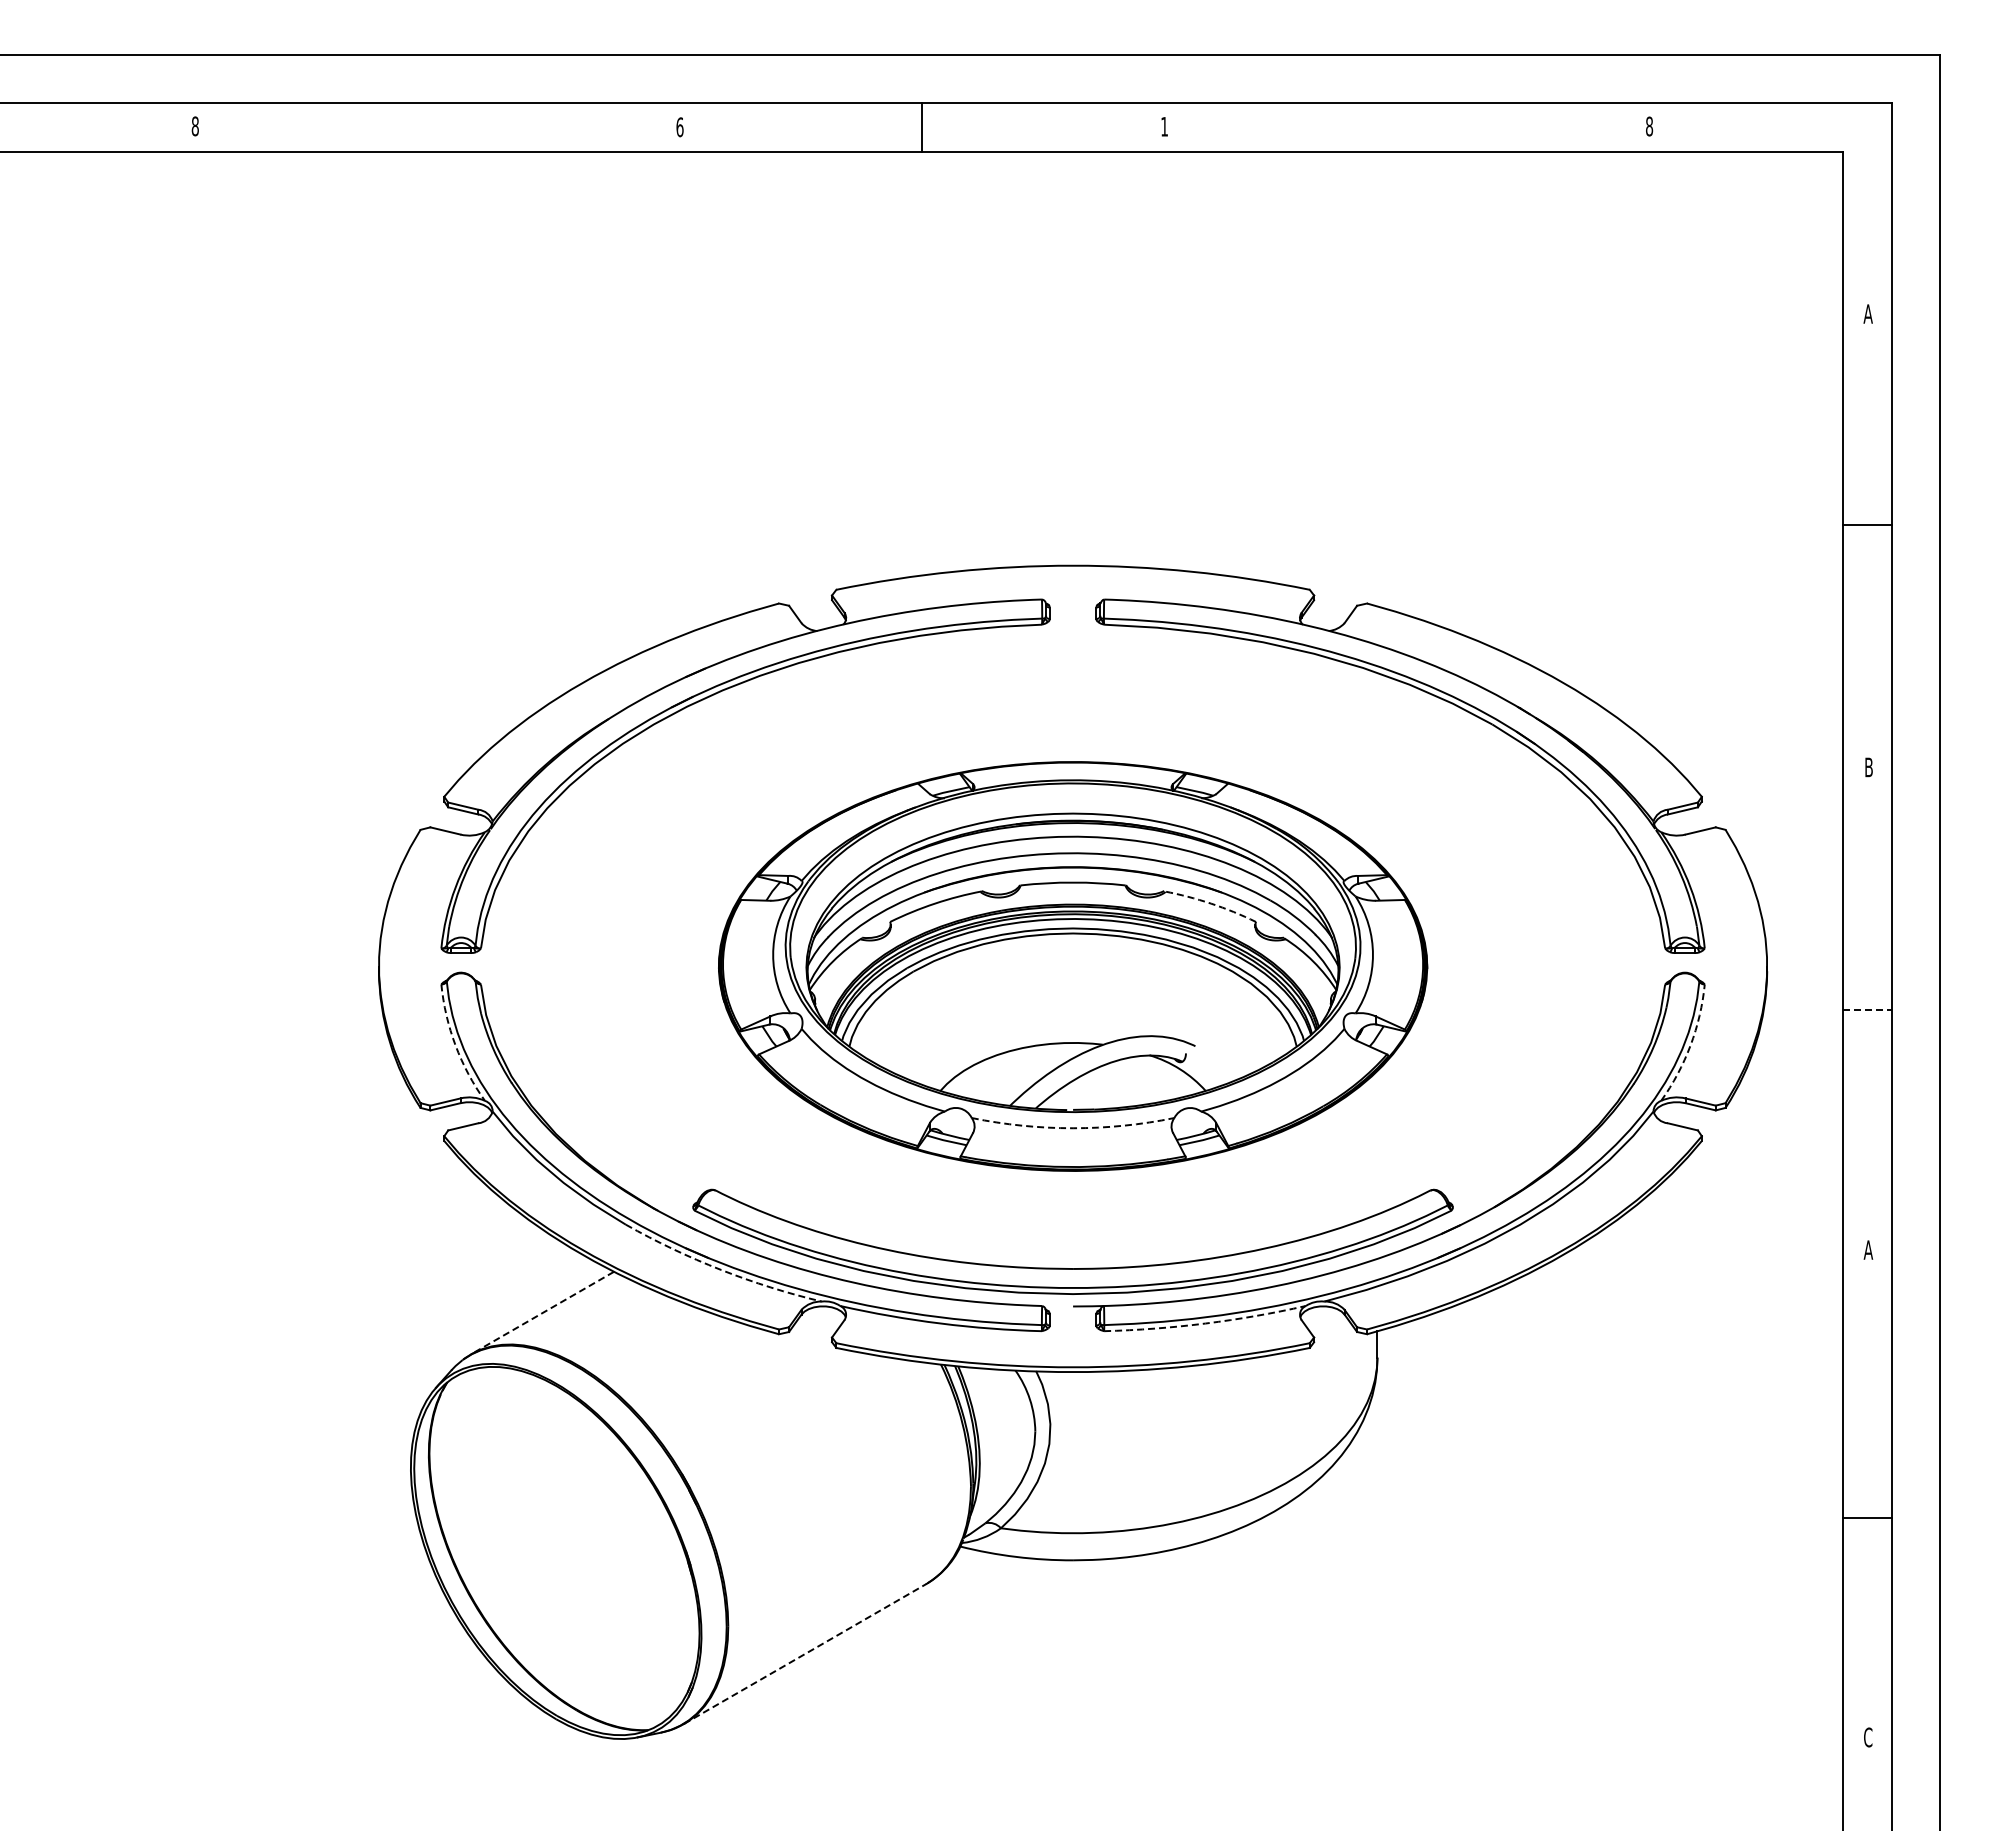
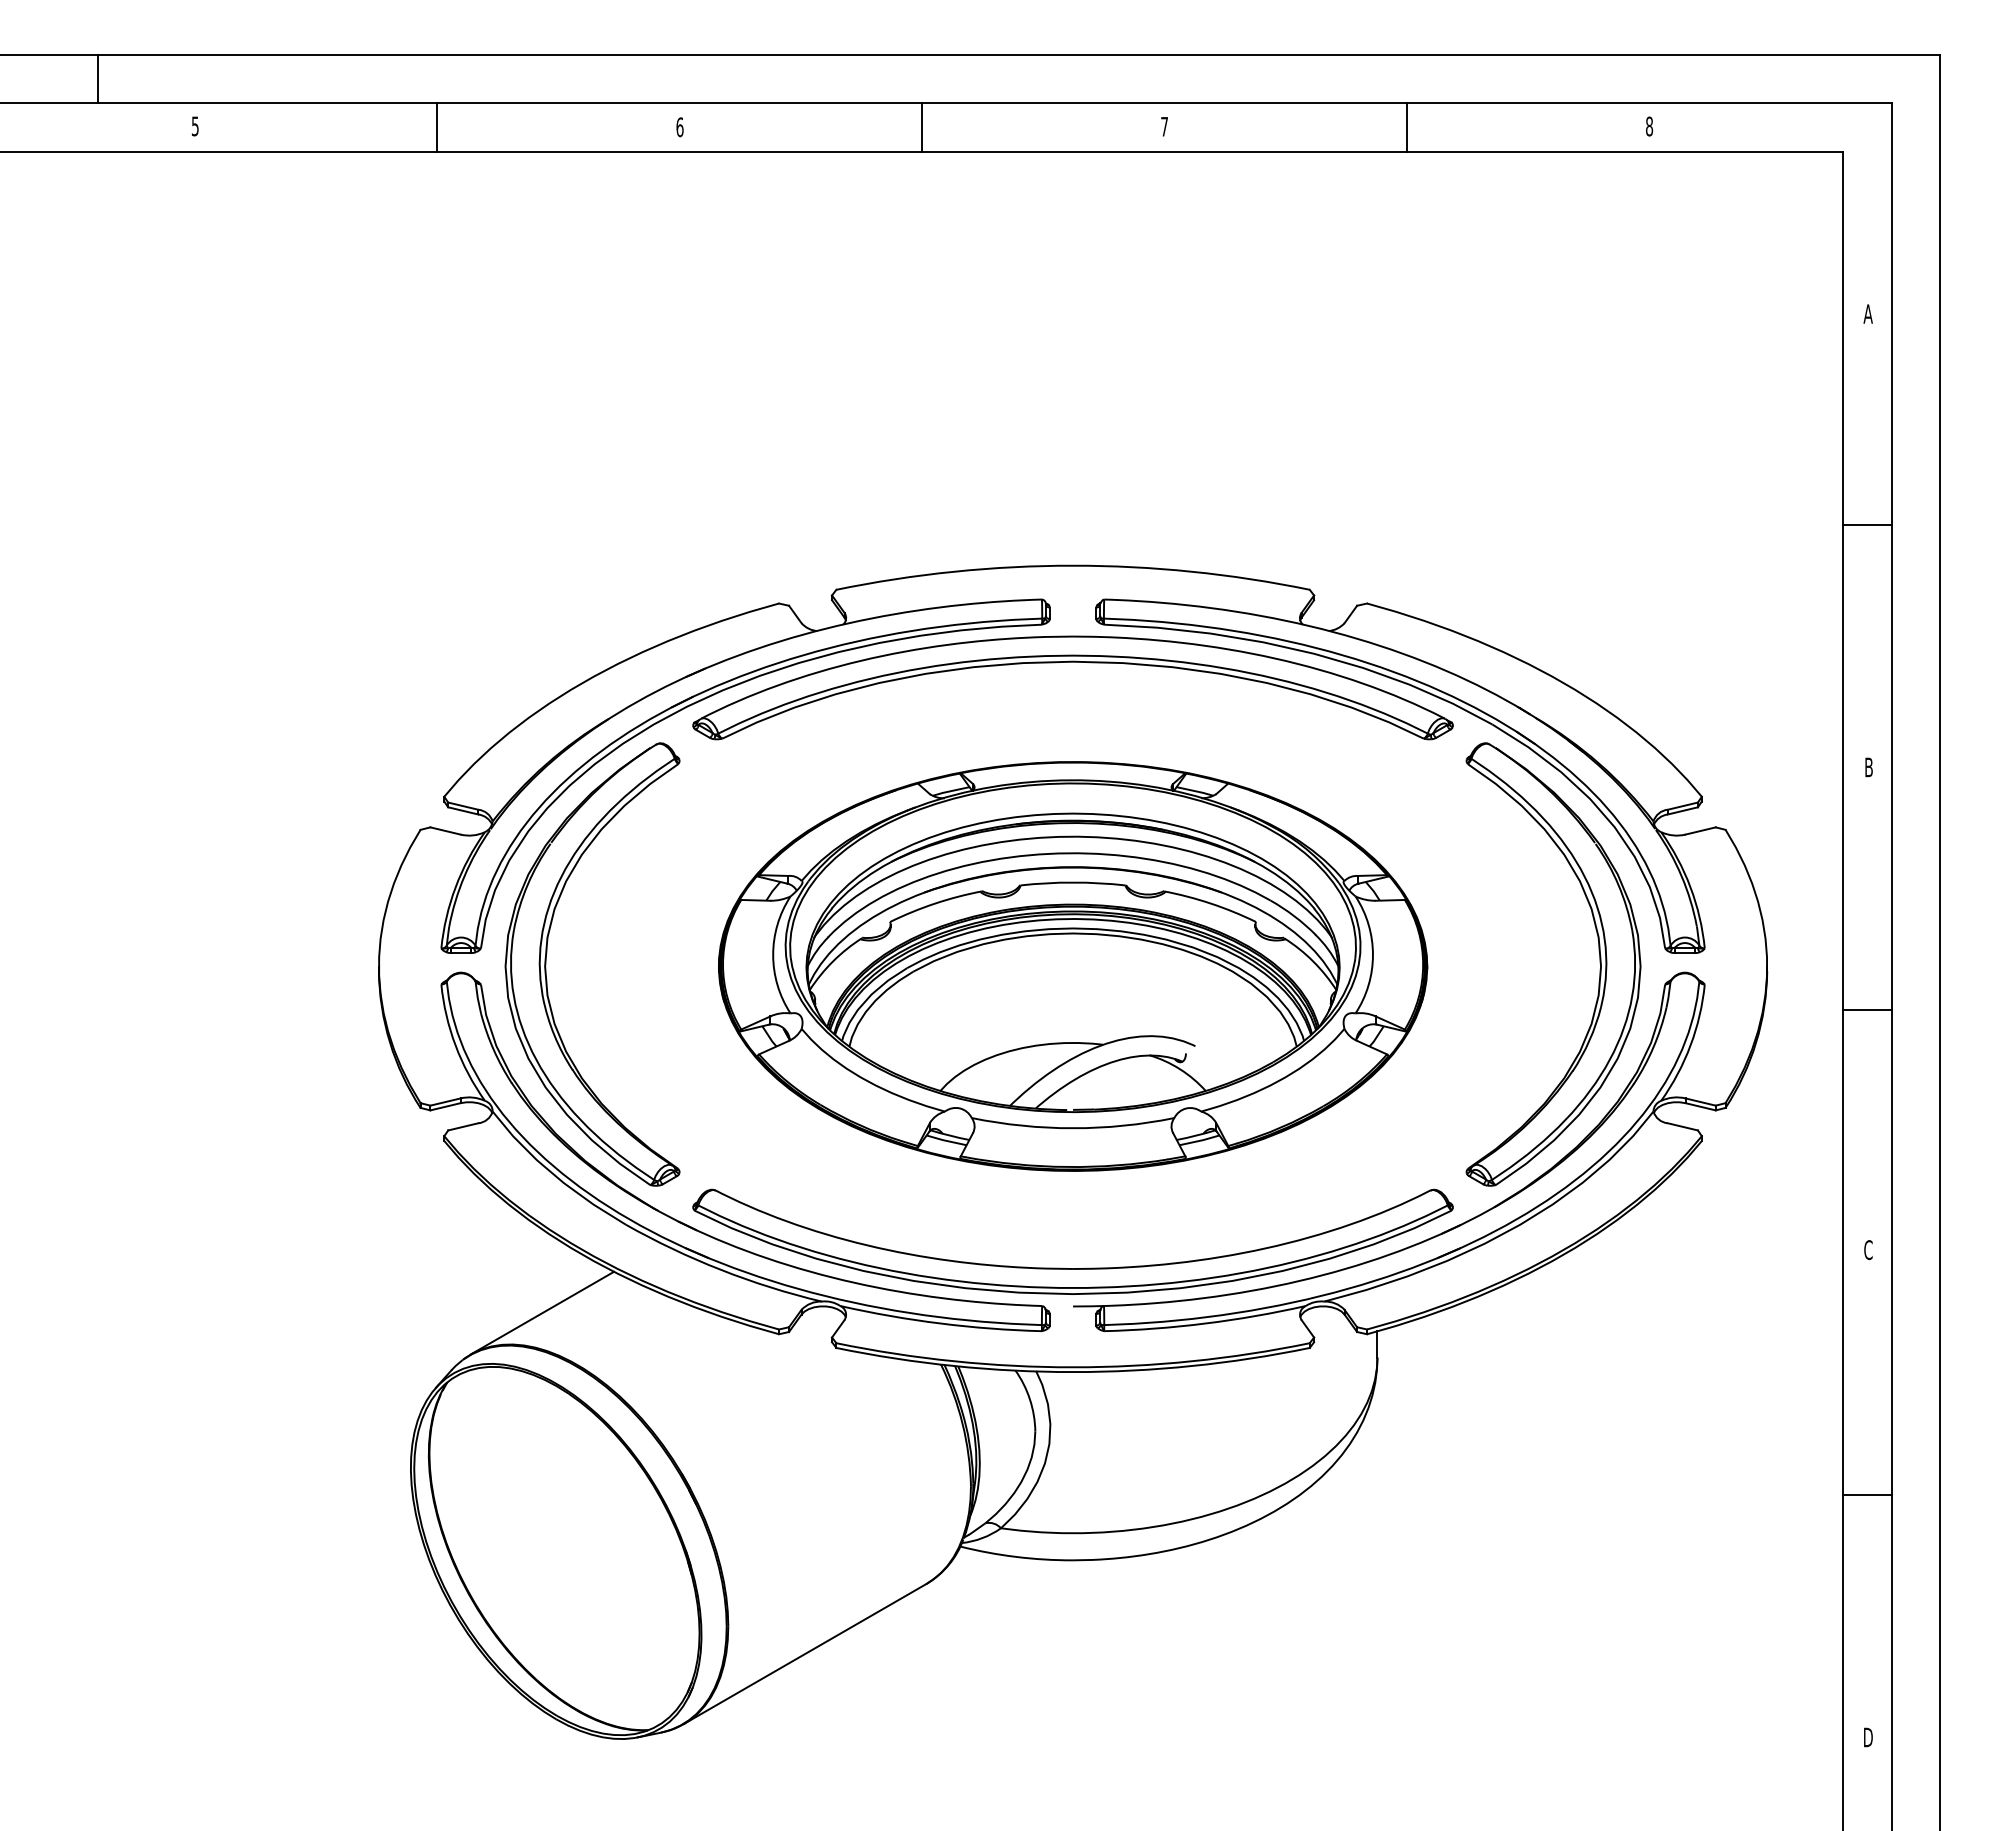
line at (98, 79): none -> present
text at (194, 126): 8 -> 5
text at (1164, 126): 1 -> 7
line at (437, 127): none -> present
line at (1406, 127): none -> present
part at (1072, 662): none -> present
arc at (1211, 903): dashed -> solid
part at (1599, 963): none -> present
part at (546, 964): none -> present
line at (1867, 1009): dashed -> solid
arc at (455, 1045): dashed -> solid
arc at (1690, 1045): dashed -> solid
arc at (1073, 1128): dashed -> solid
text at (1868, 1250): A -> C
arc at (721, 1269): dashed -> solid
line at (542, 1313): dashed -> solid
arc at (1205, 1323): dashed -> solid
line at (1867, 1517) position: (1867, 1517) -> (1867, 1494)
line at (805, 1653): dashed -> solid
text at (1868, 1737): C -> D
